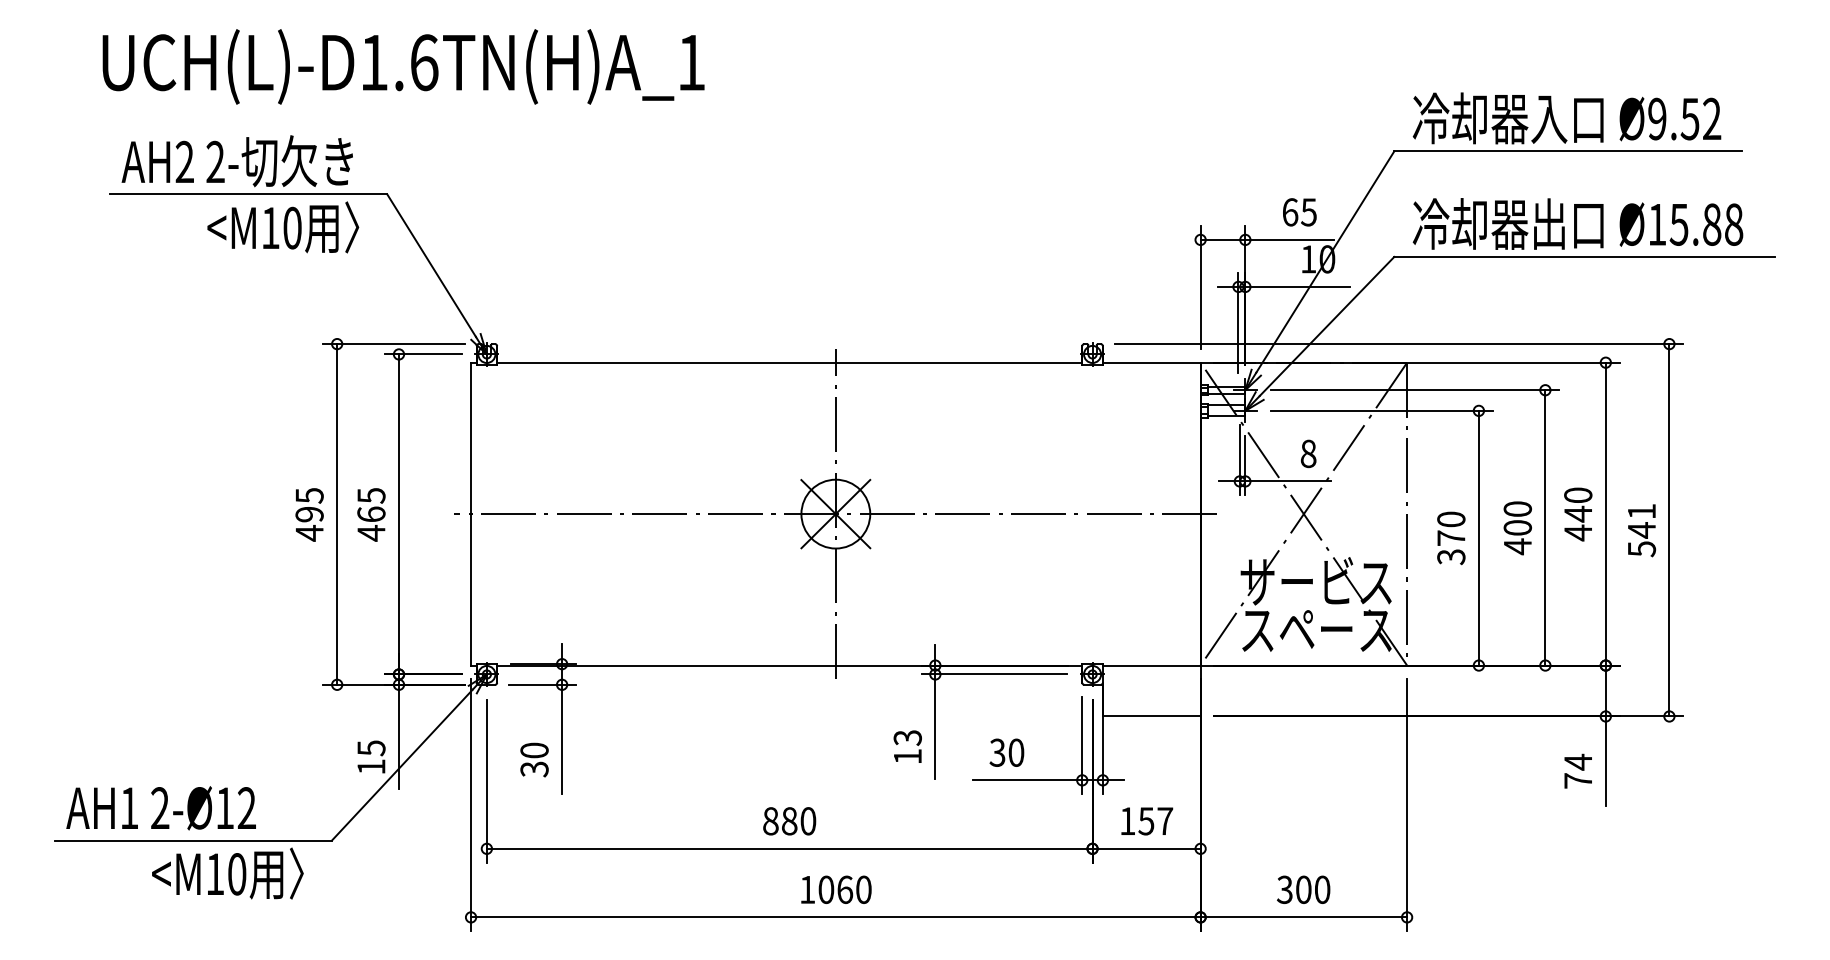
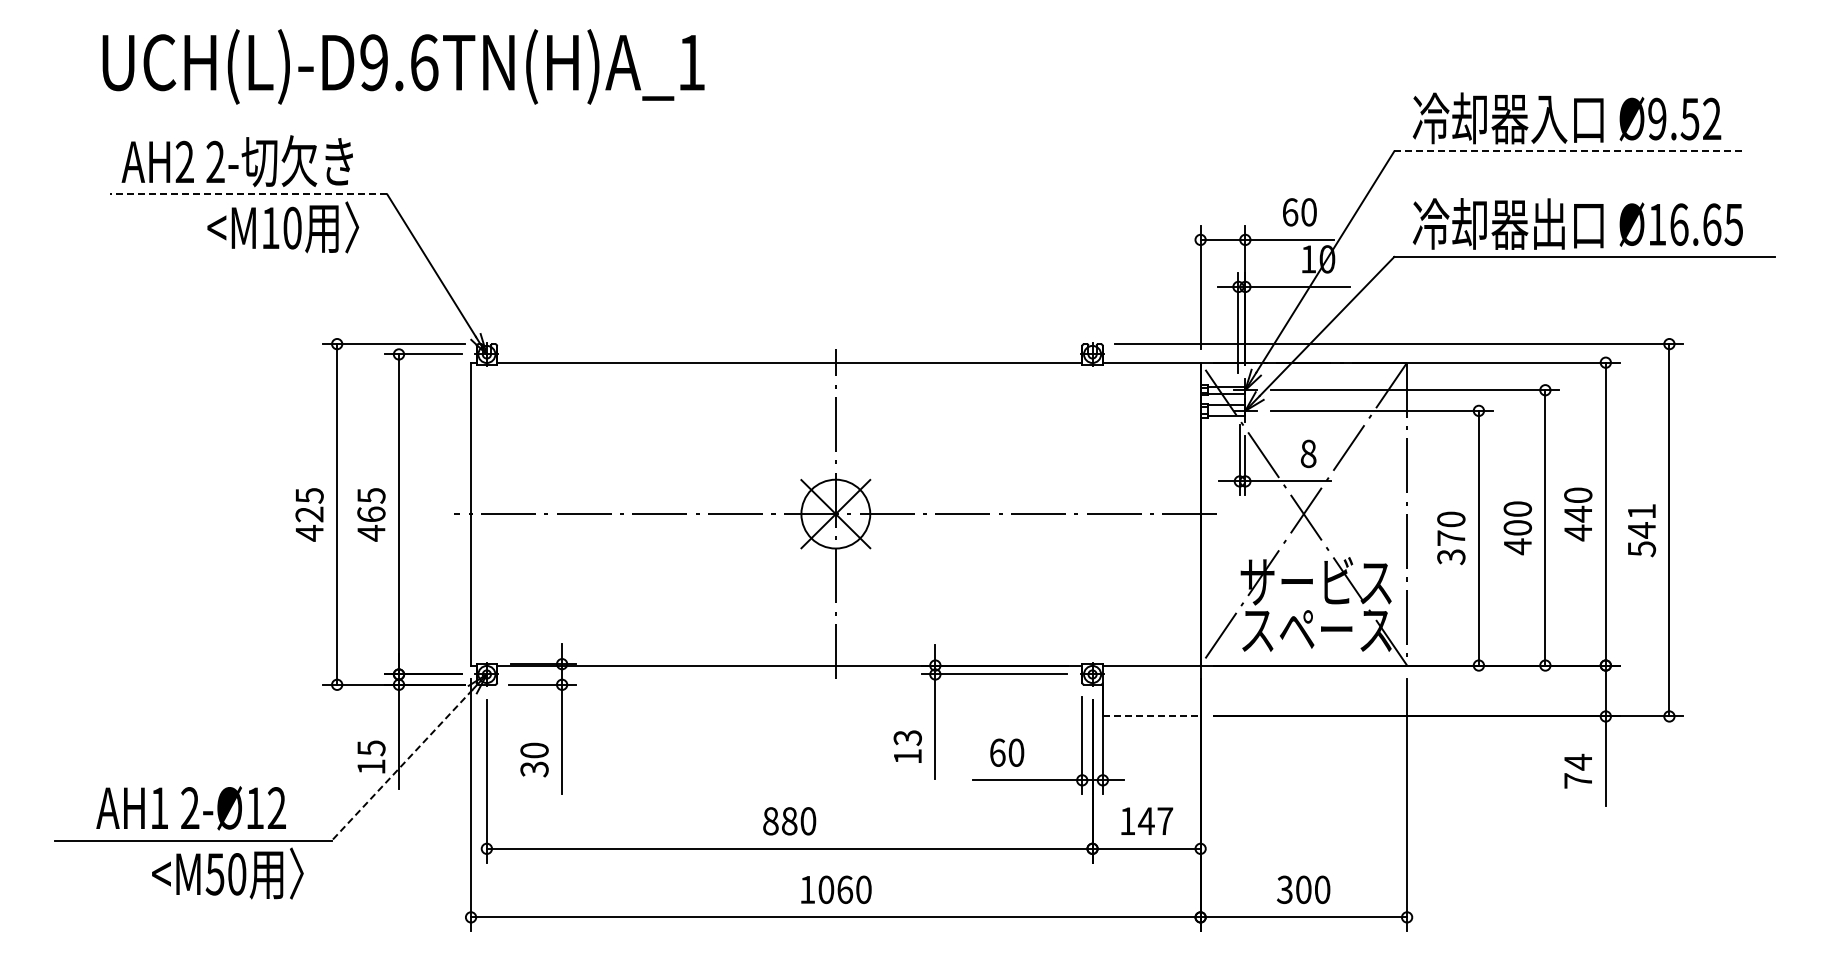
text at (373, 62): UCH(L)-D1.6TN(H)A_1 -> UCH(L)-D9.6TN(H)A_1
line at (1568, 151): solid -> dashed
line at (248, 194): solid -> dashed
text at (1308, 212): 65 -> 60
text at (1706, 224): Ø15.88 -> Ø16.65
text at (309, 514): 495 -> 425
line at (1151, 716): solid -> dashed
text at (997, 752): 30 -> 60
line at (402, 765): solid -> dashed
text at (160, 808) position: (160, 808) -> (190, 808)
text at (1145, 821): 157 -> 147
text at (214, 874): <M10 -> <M50
